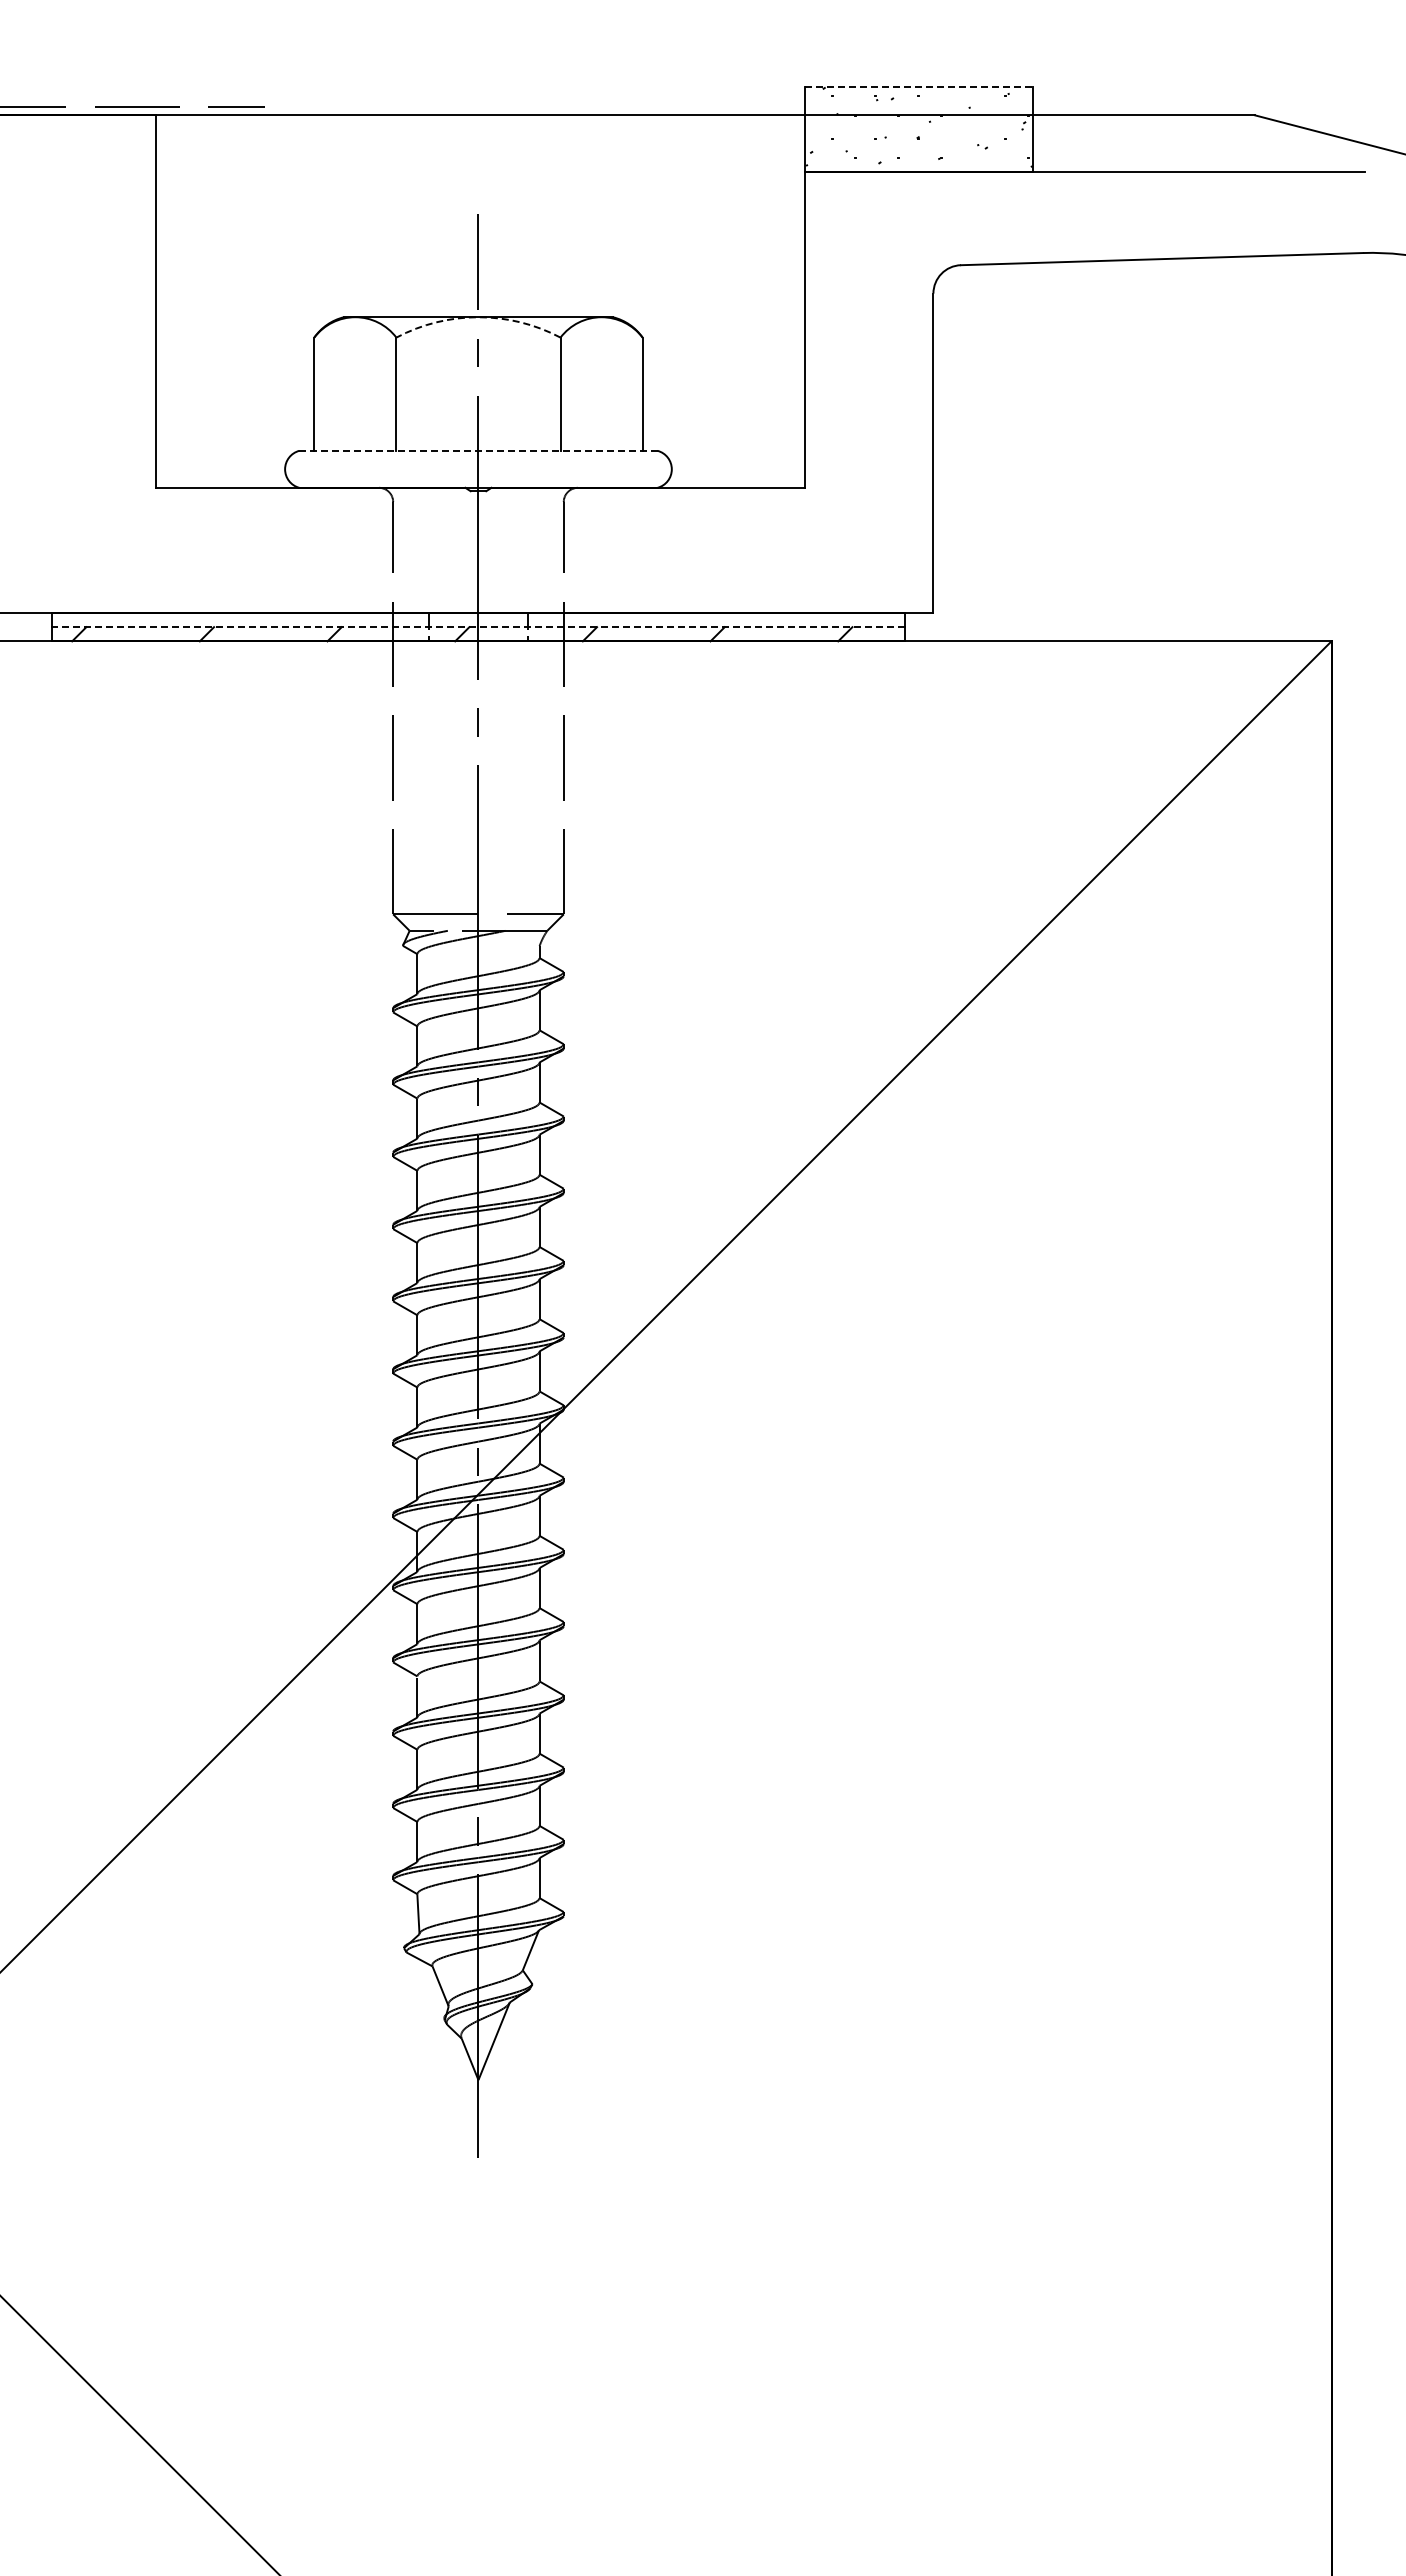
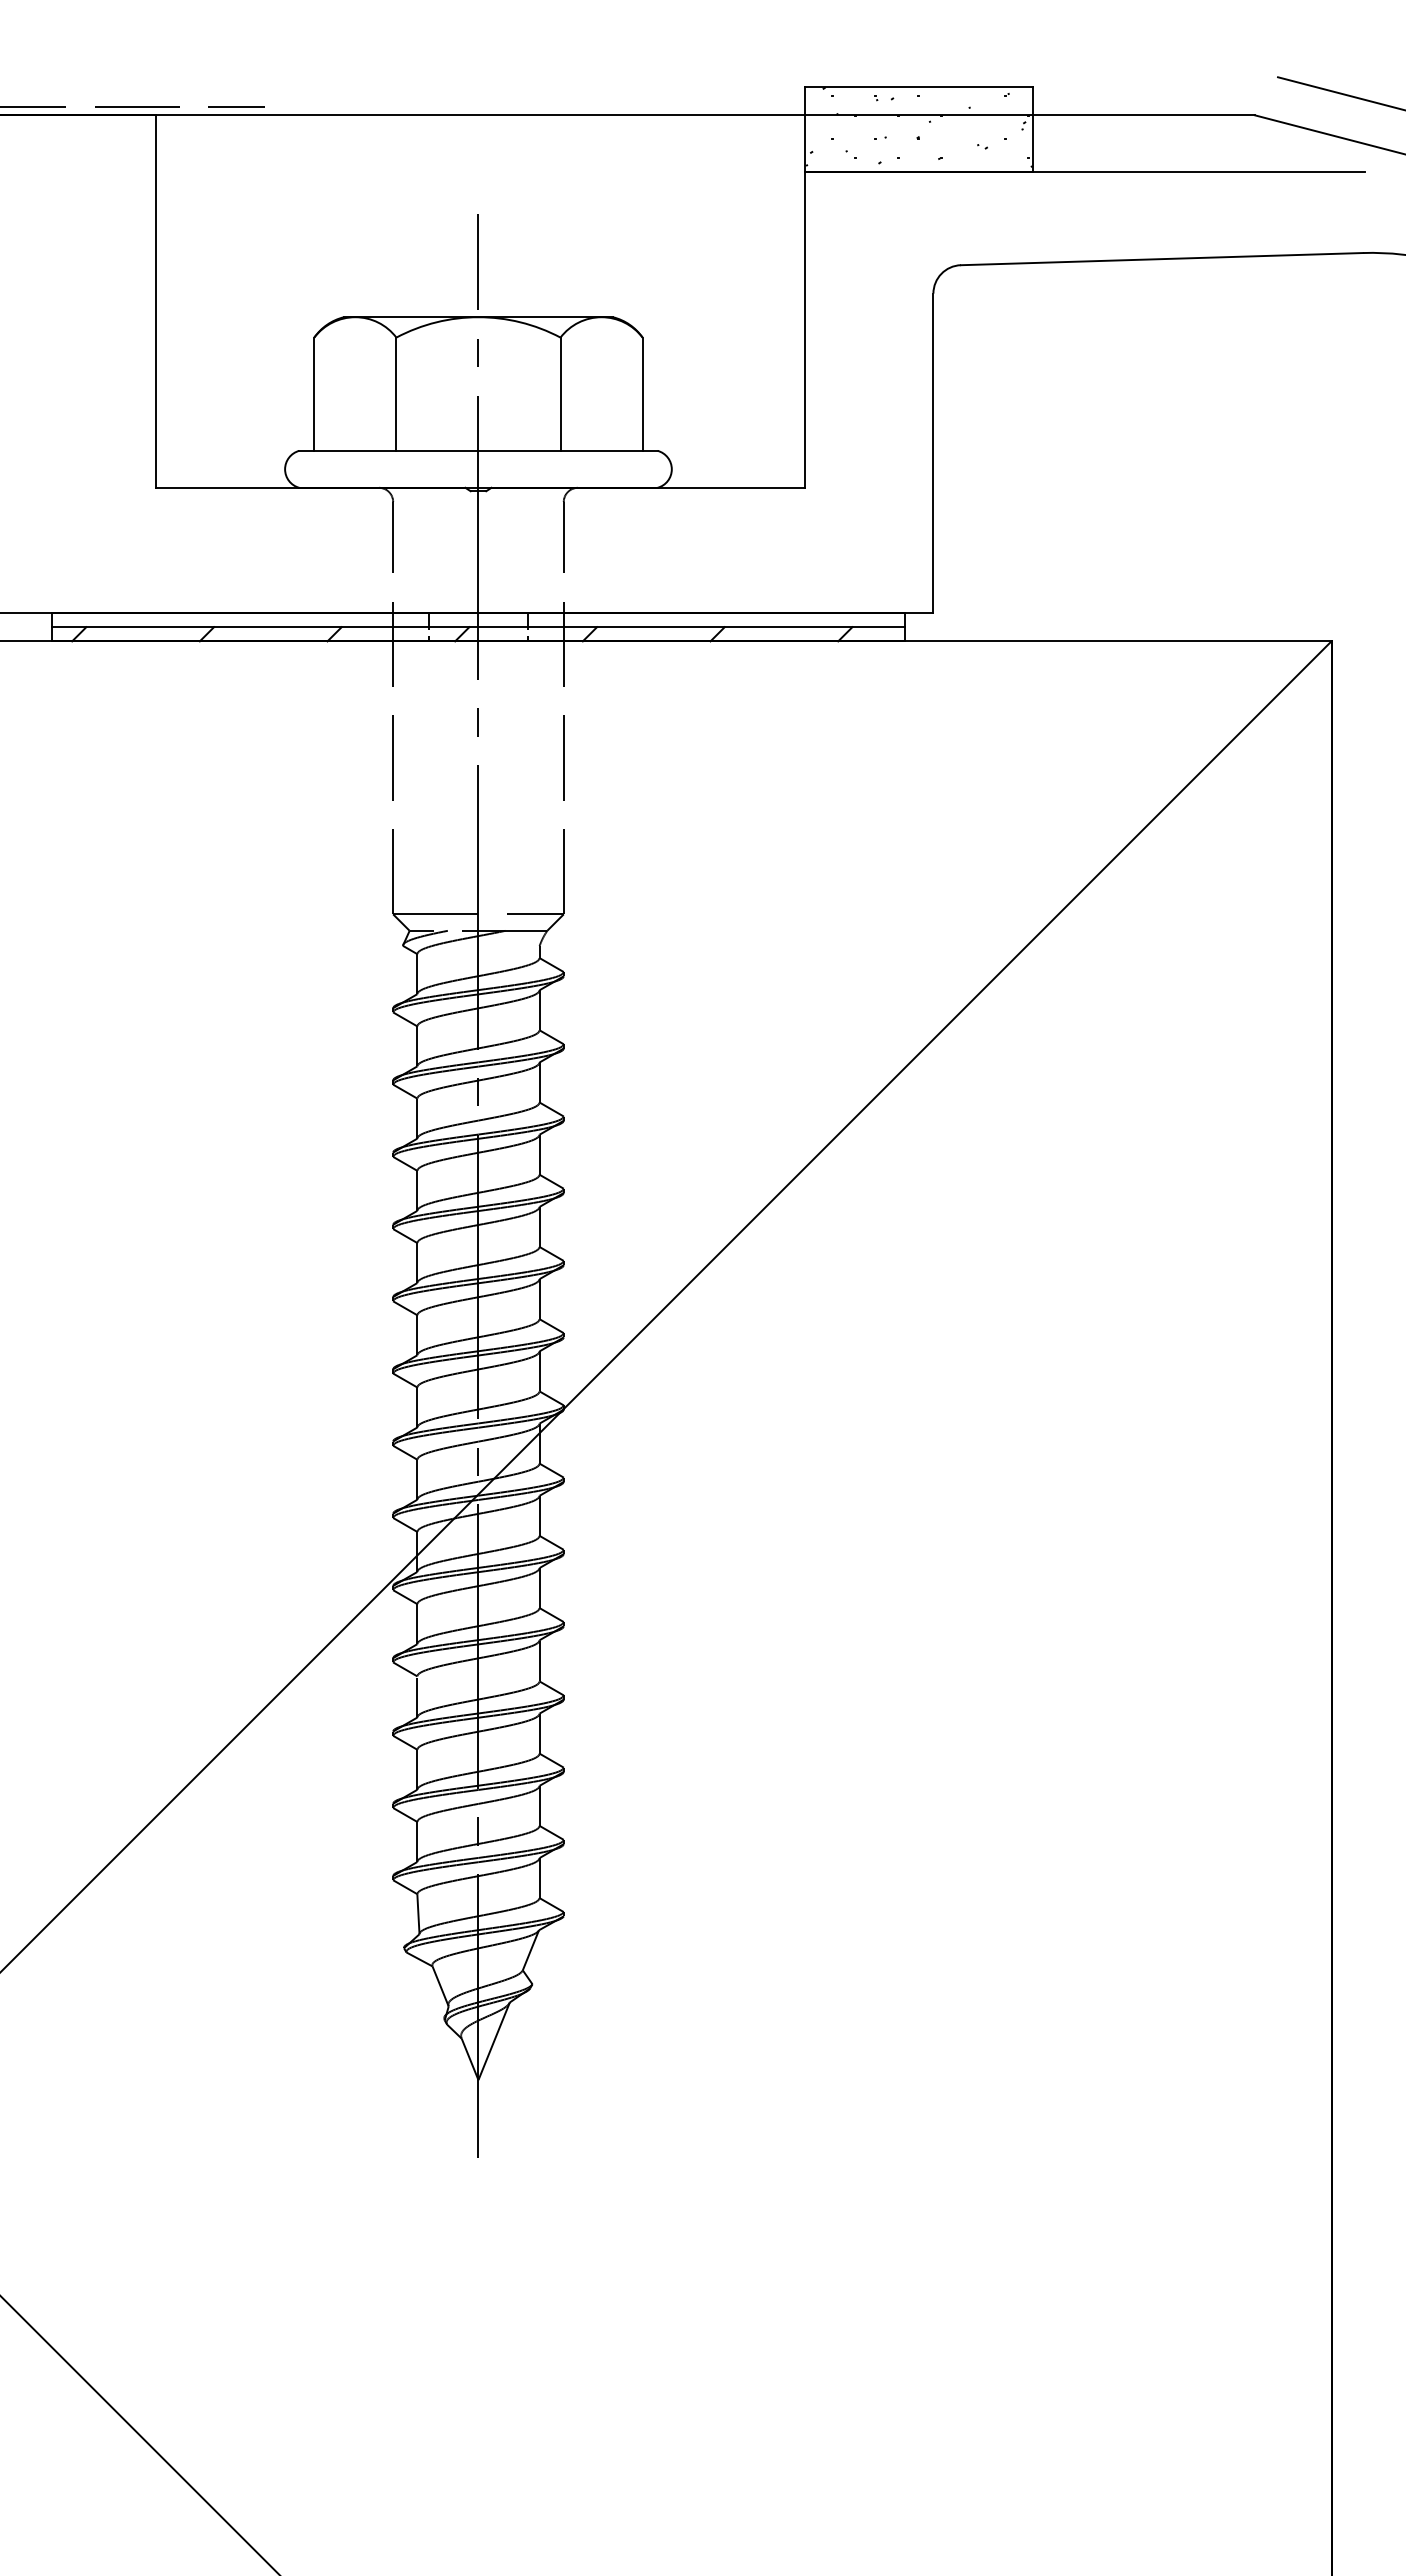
line at (919, 86): dashed -> solid
line at (1339, 93): none -> present
arc at (478, 317): dashed -> solid
line at (478, 450): dashed -> solid
line at (478, 627): dashed -> solid
